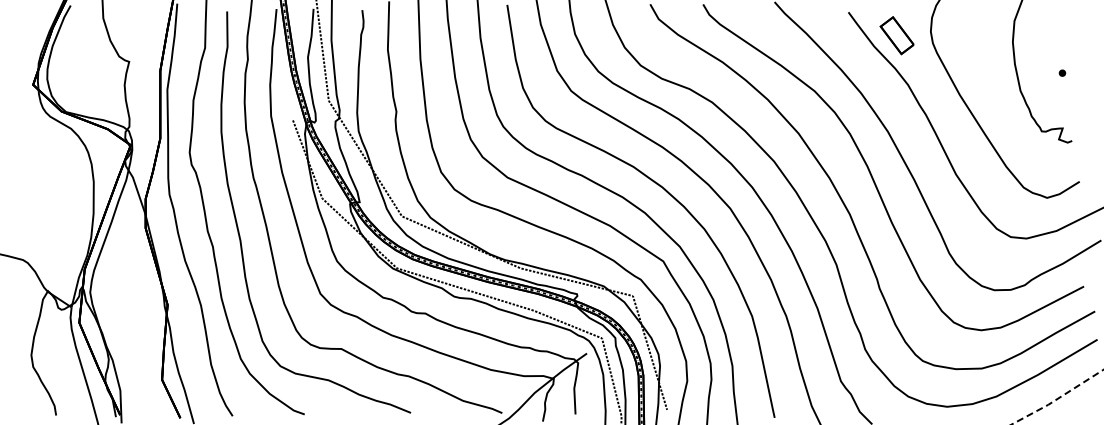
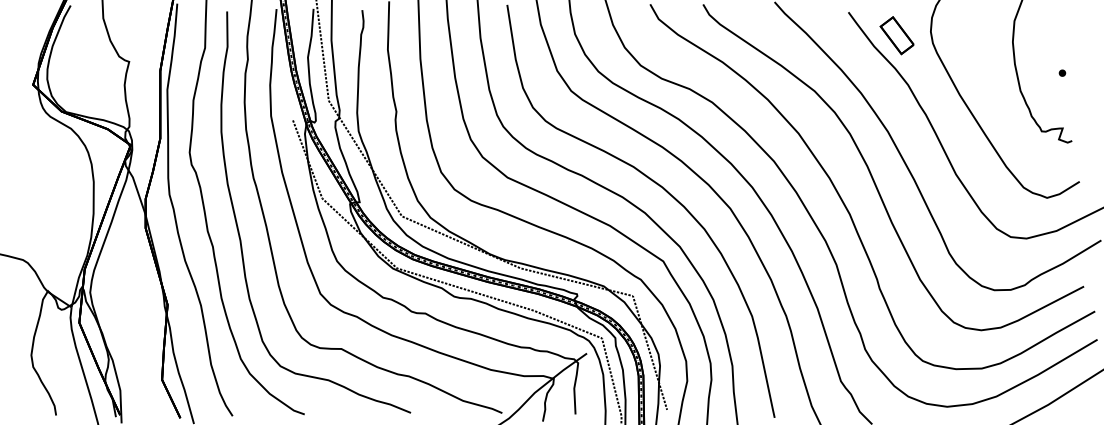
line at (1057, 398): dashed -> solid
